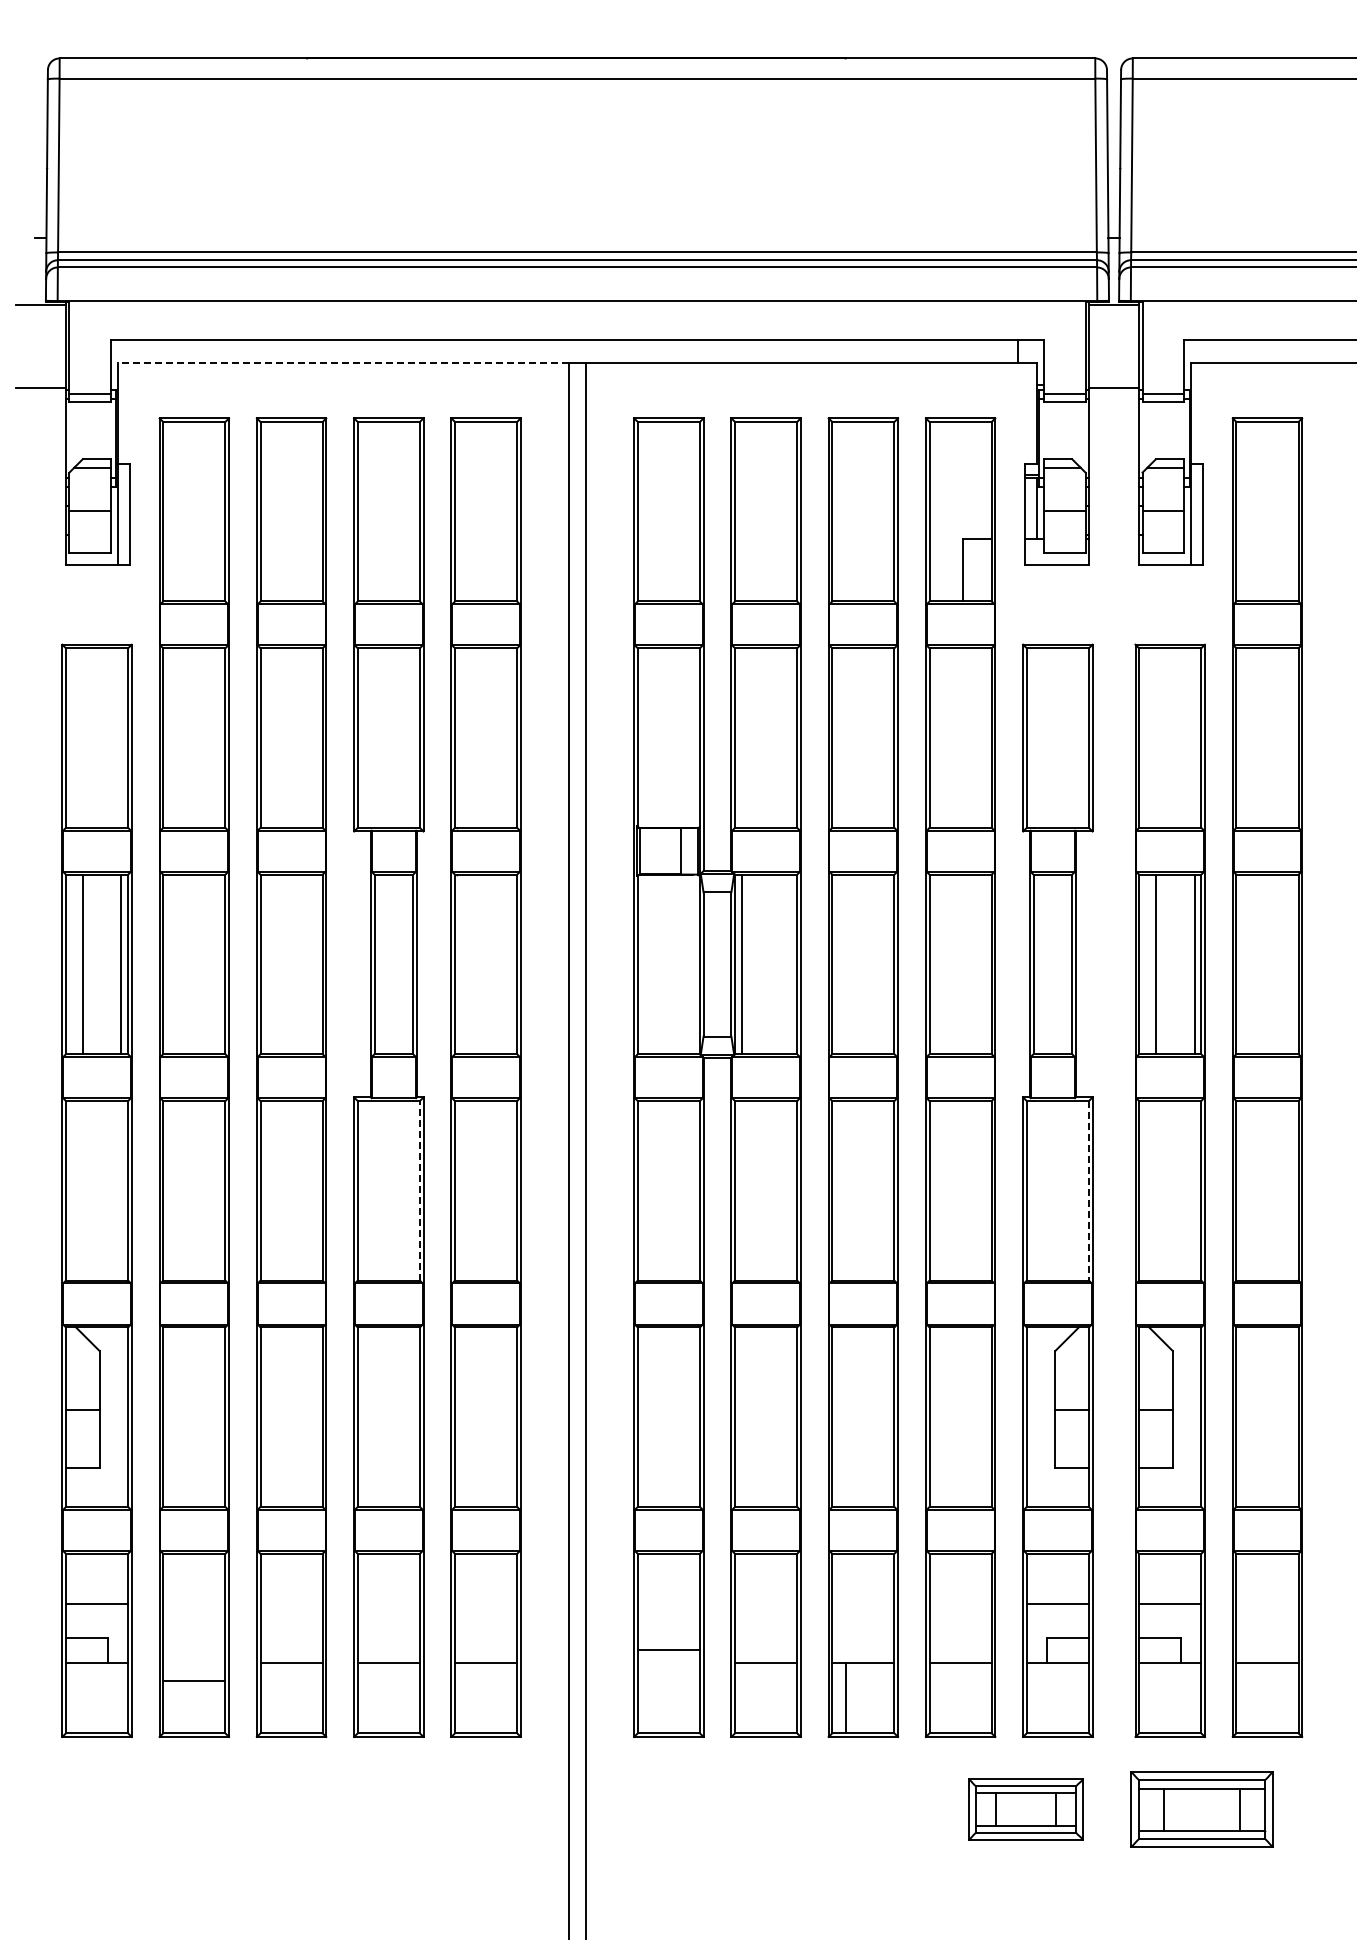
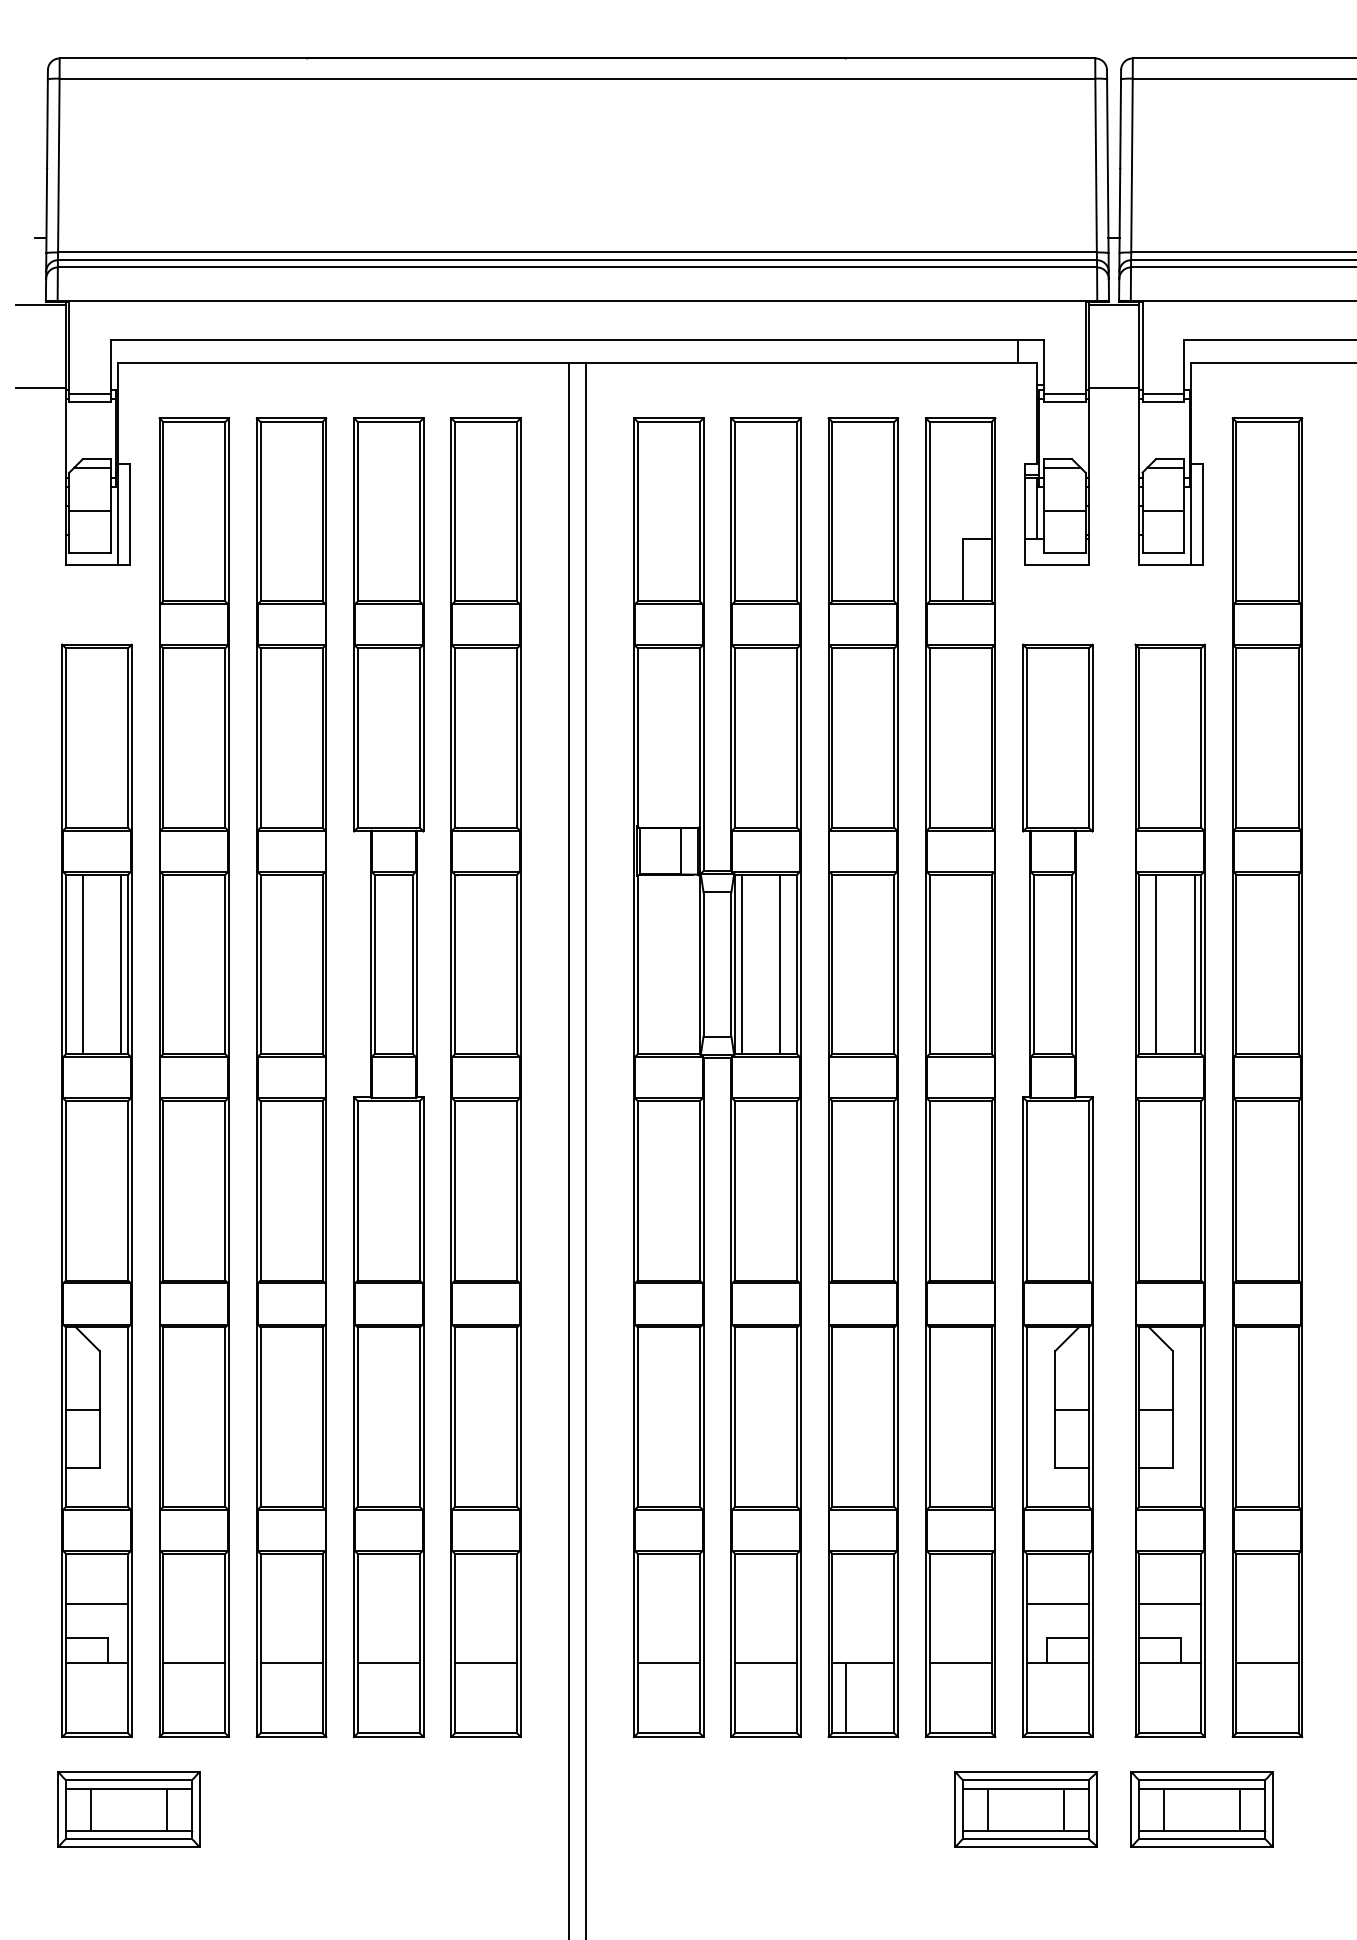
line at (343, 363): dashed -> solid
line at (780, 964): none -> present
line at (419, 1190): dashed -> solid
line at (1088, 1190): dashed -> solid
line at (668, 1649) position: (668, 1649) -> (668, 1662)
line at (194, 1680) position: (194, 1680) -> (194, 1662)
part at (128, 1809): none -> present
part at (1025, 1809) size: 116x63 px -> 144x77 px
